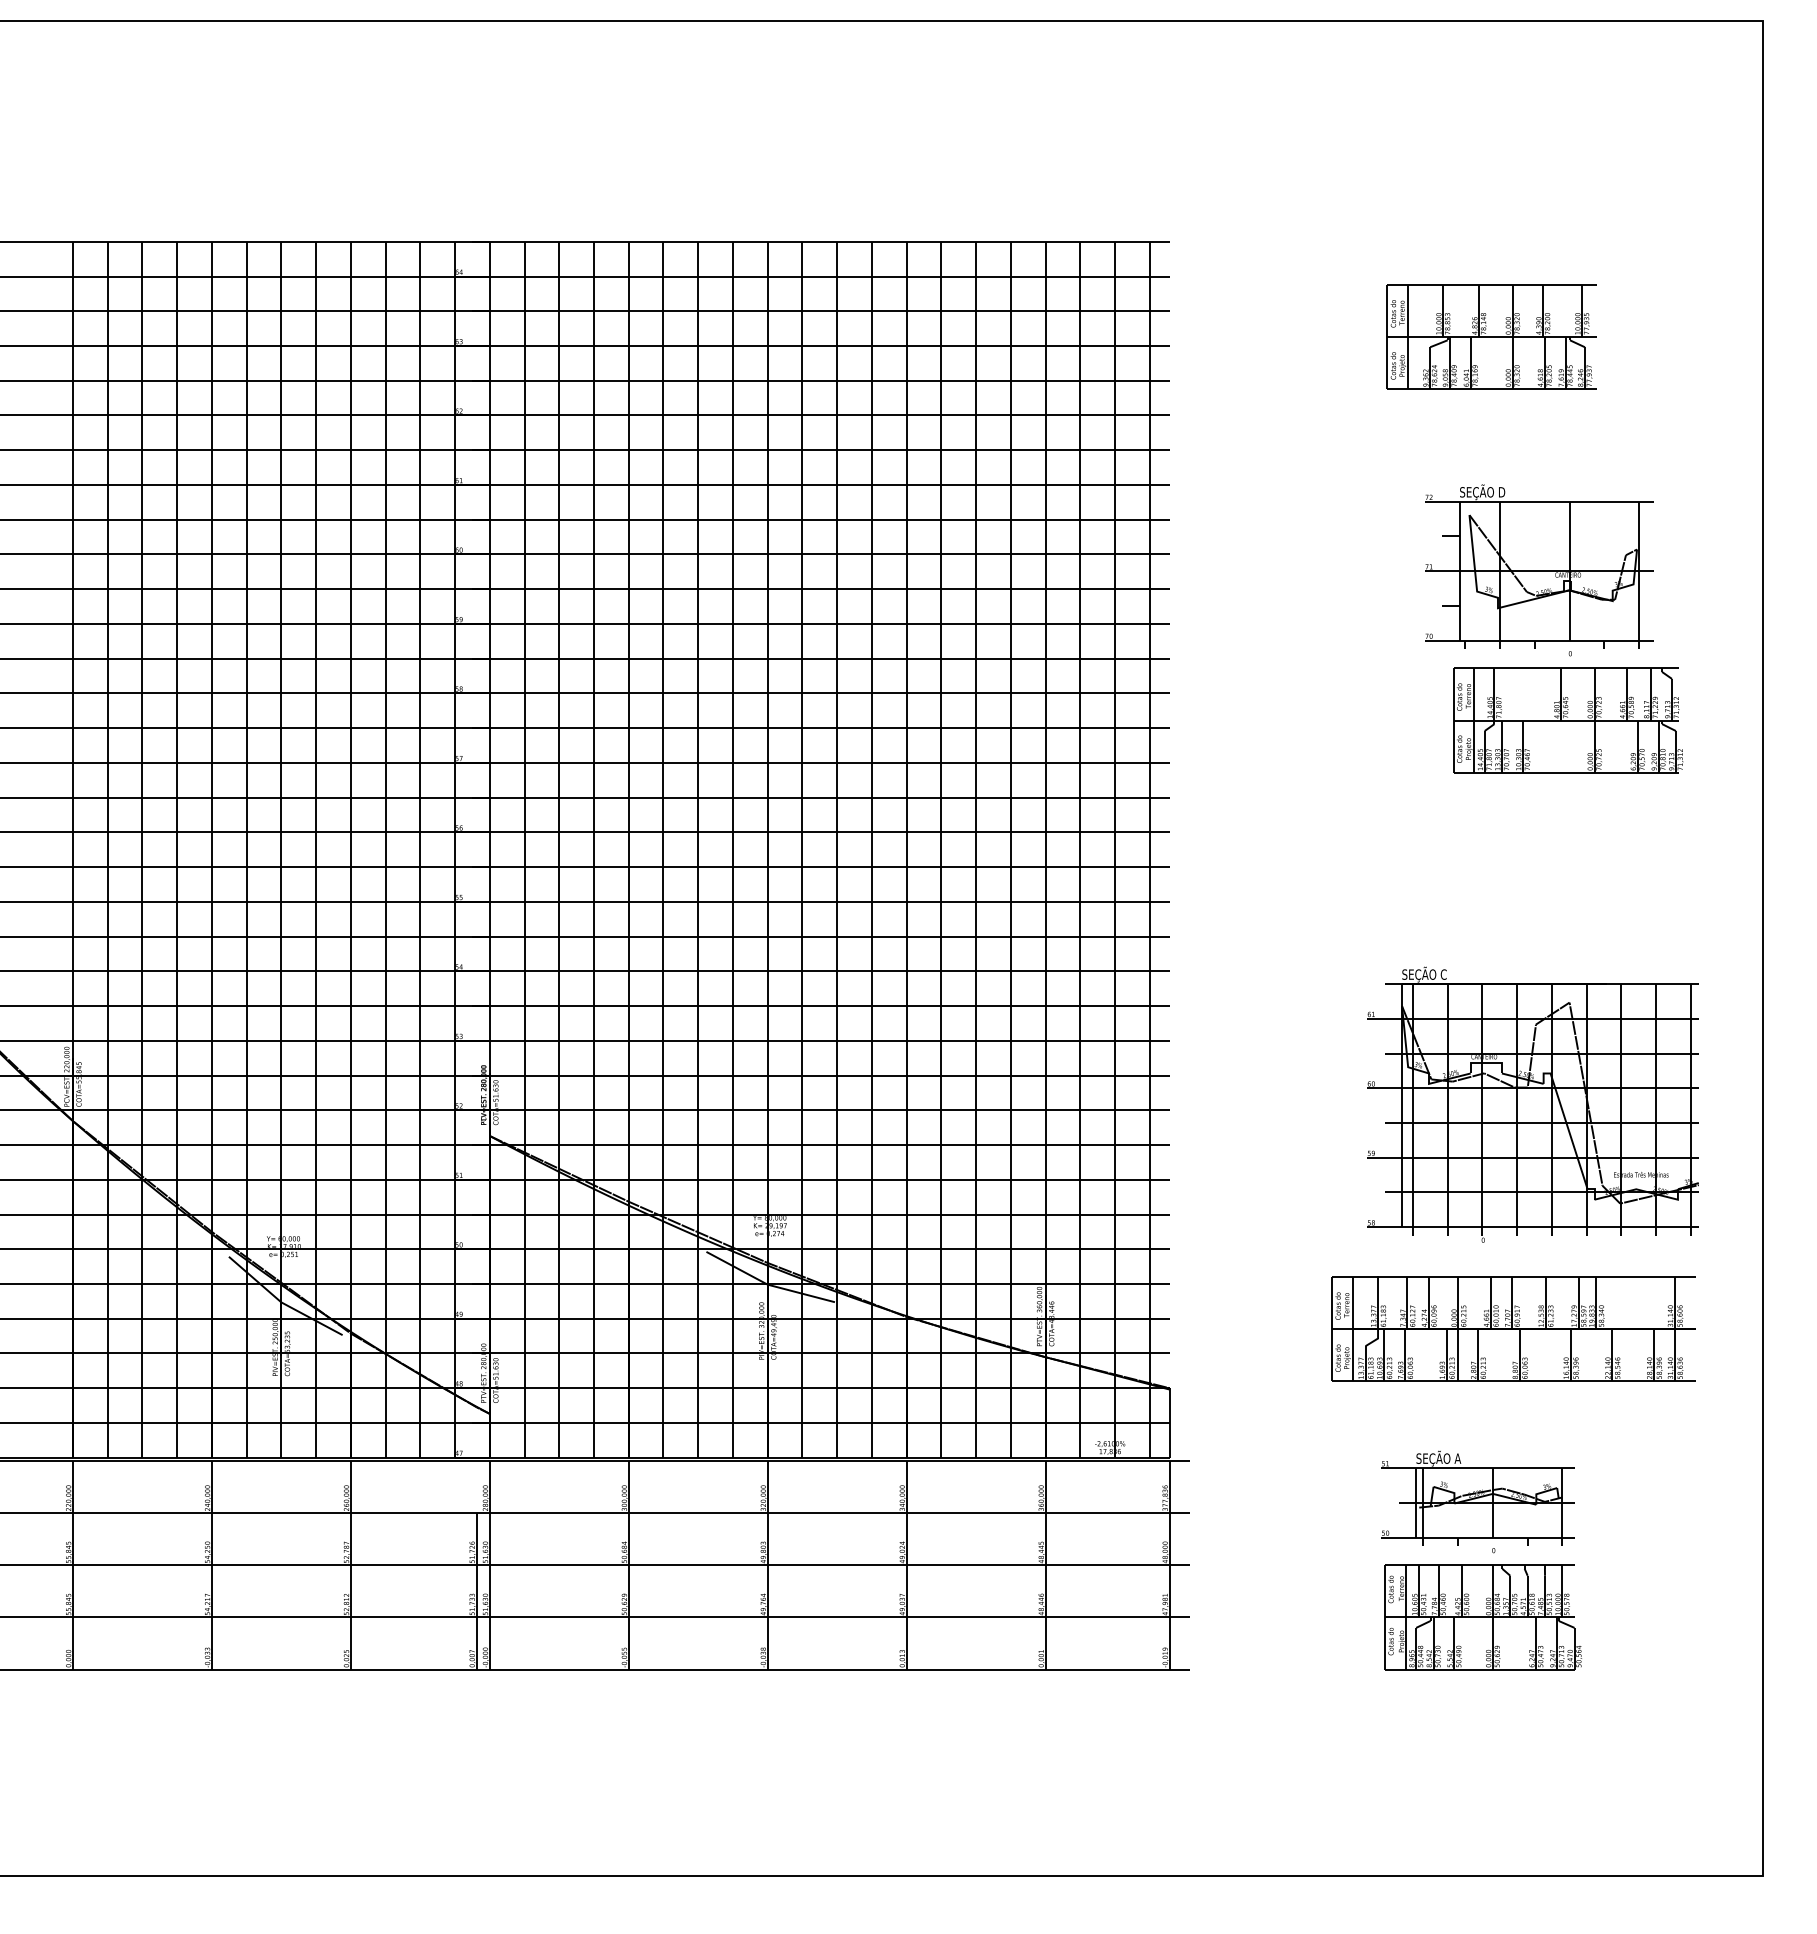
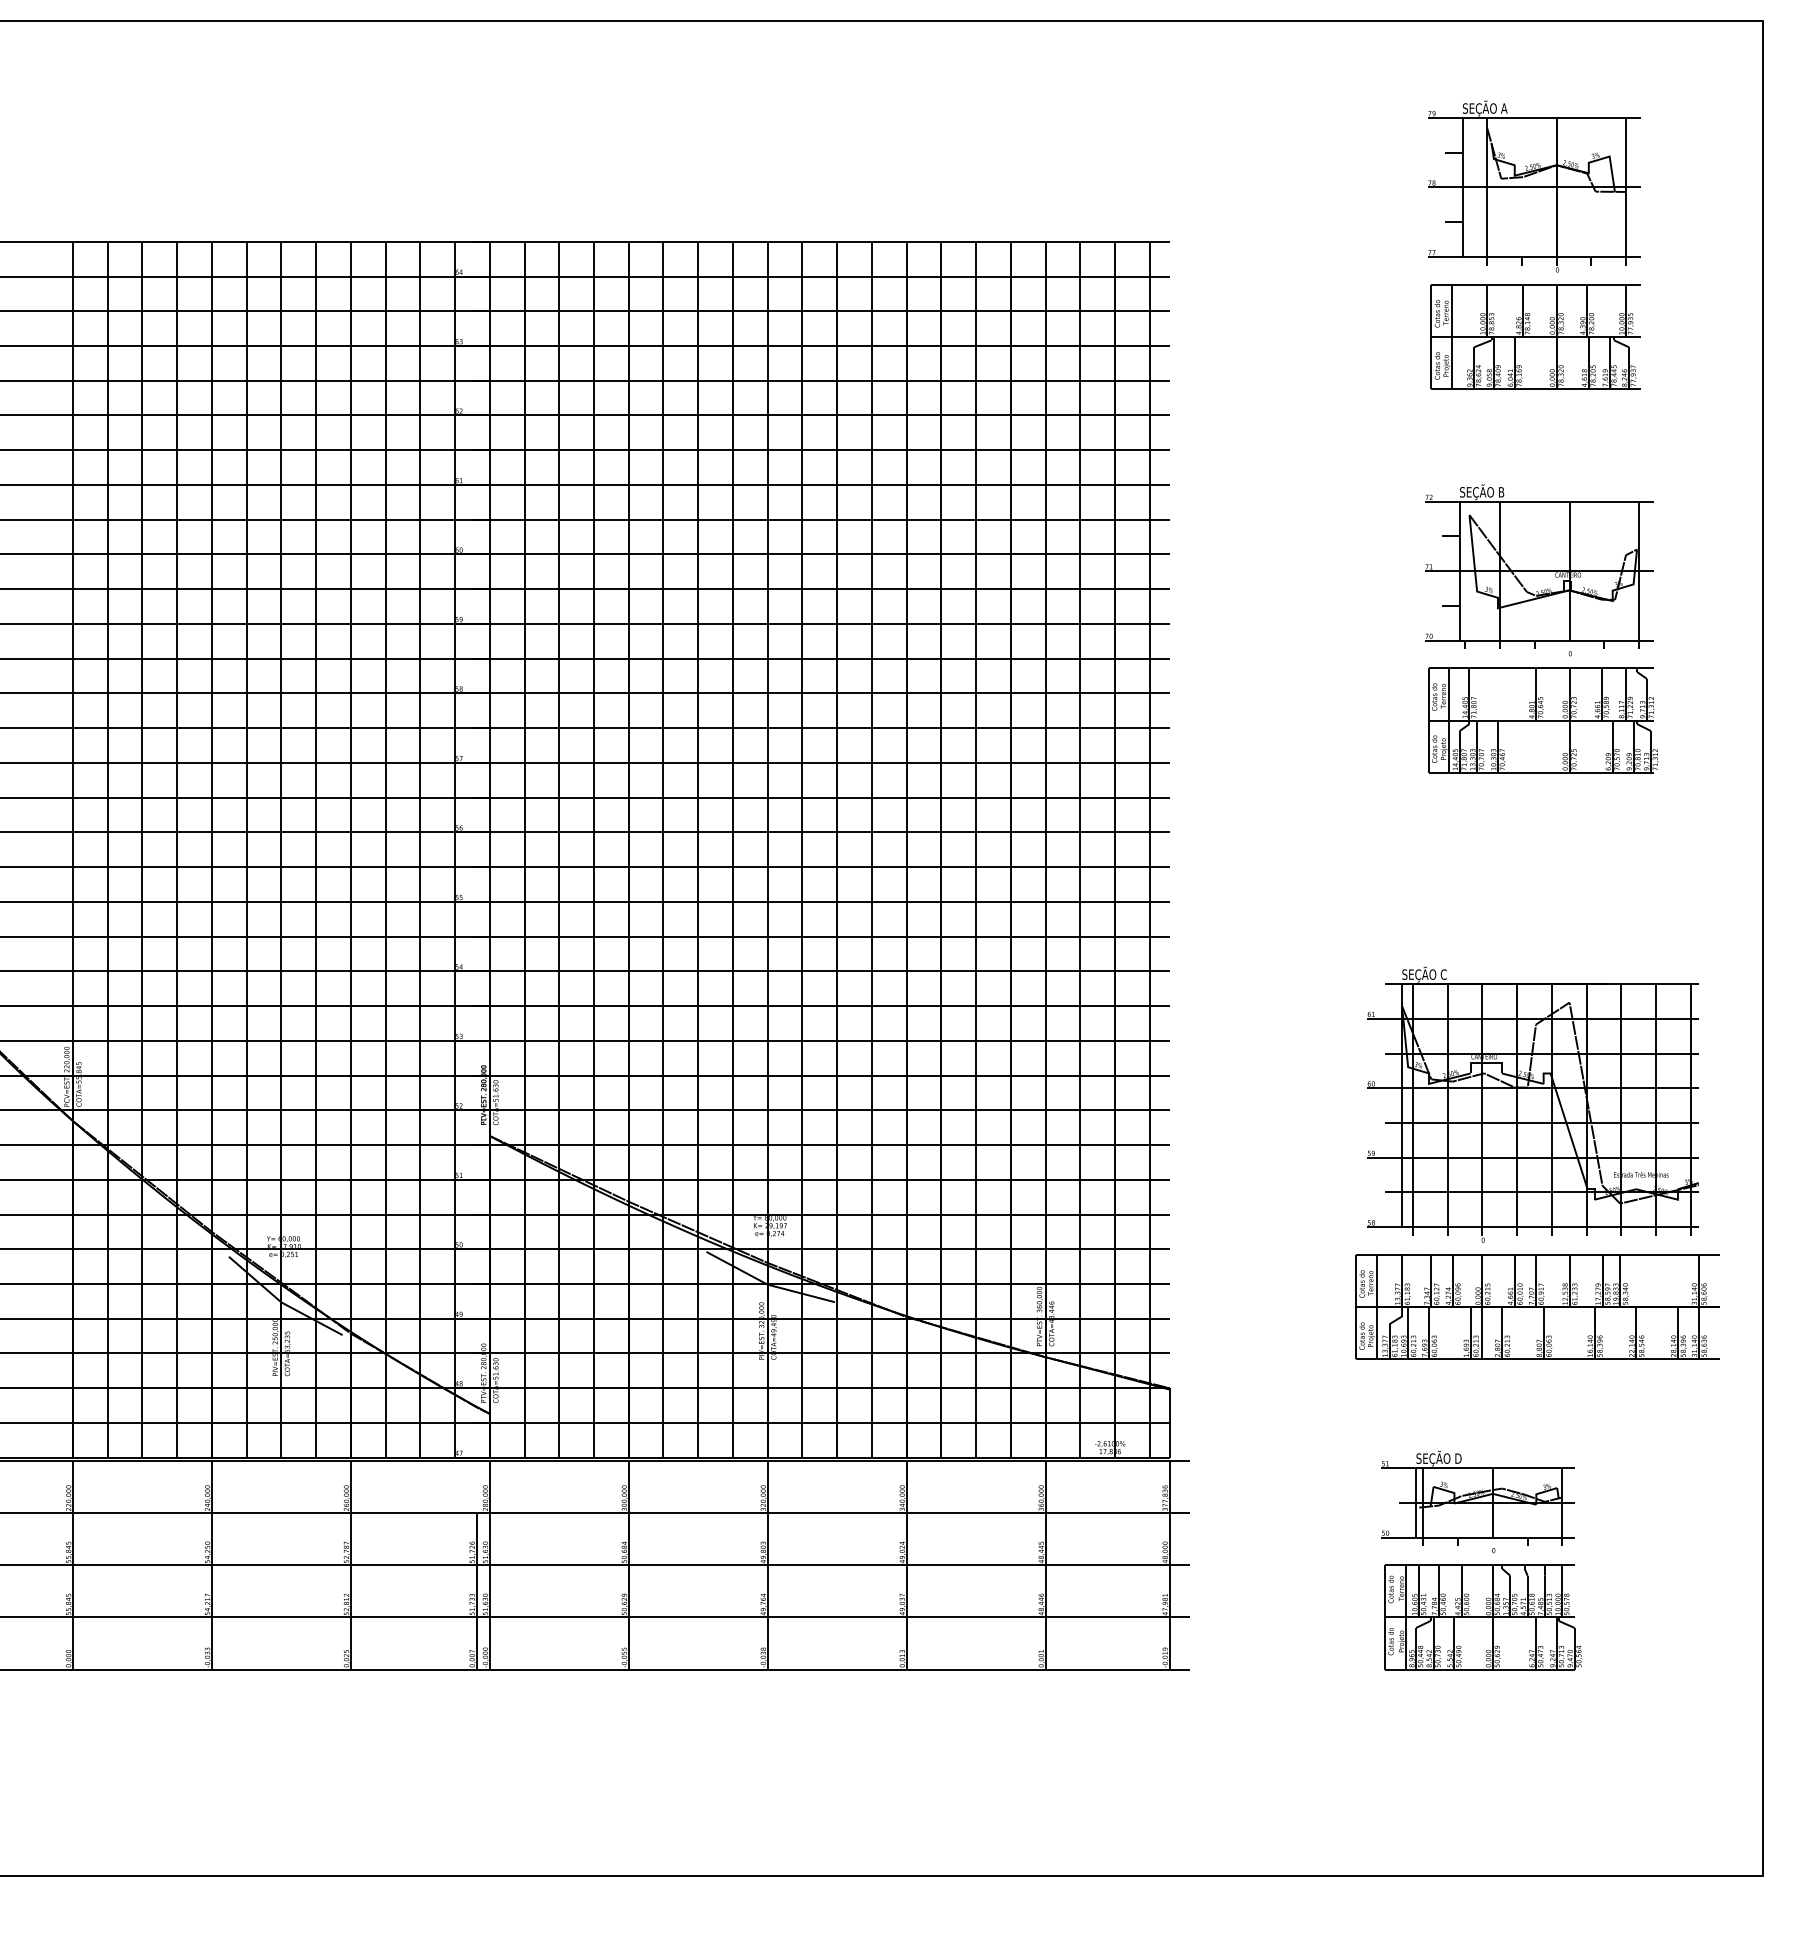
part at (1534, 186): none -> present
part at (1491, 336) position: (1491, 336) -> (1535, 336)
text at (1502, 492): SEÇÃO D -> SEÇÃO B
part at (1568, 720) position: (1568, 720) -> (1543, 720)
part at (1513, 1328) position: (1513, 1328) -> (1537, 1306)
text at (1457, 1458): SEÇÃO A -> SEÇÃO D
